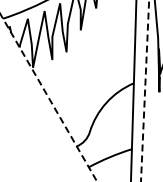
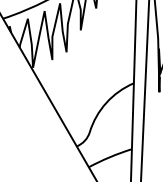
line at (145, 91): dashed -> solid
line at (48, 97): dashed -> solid
